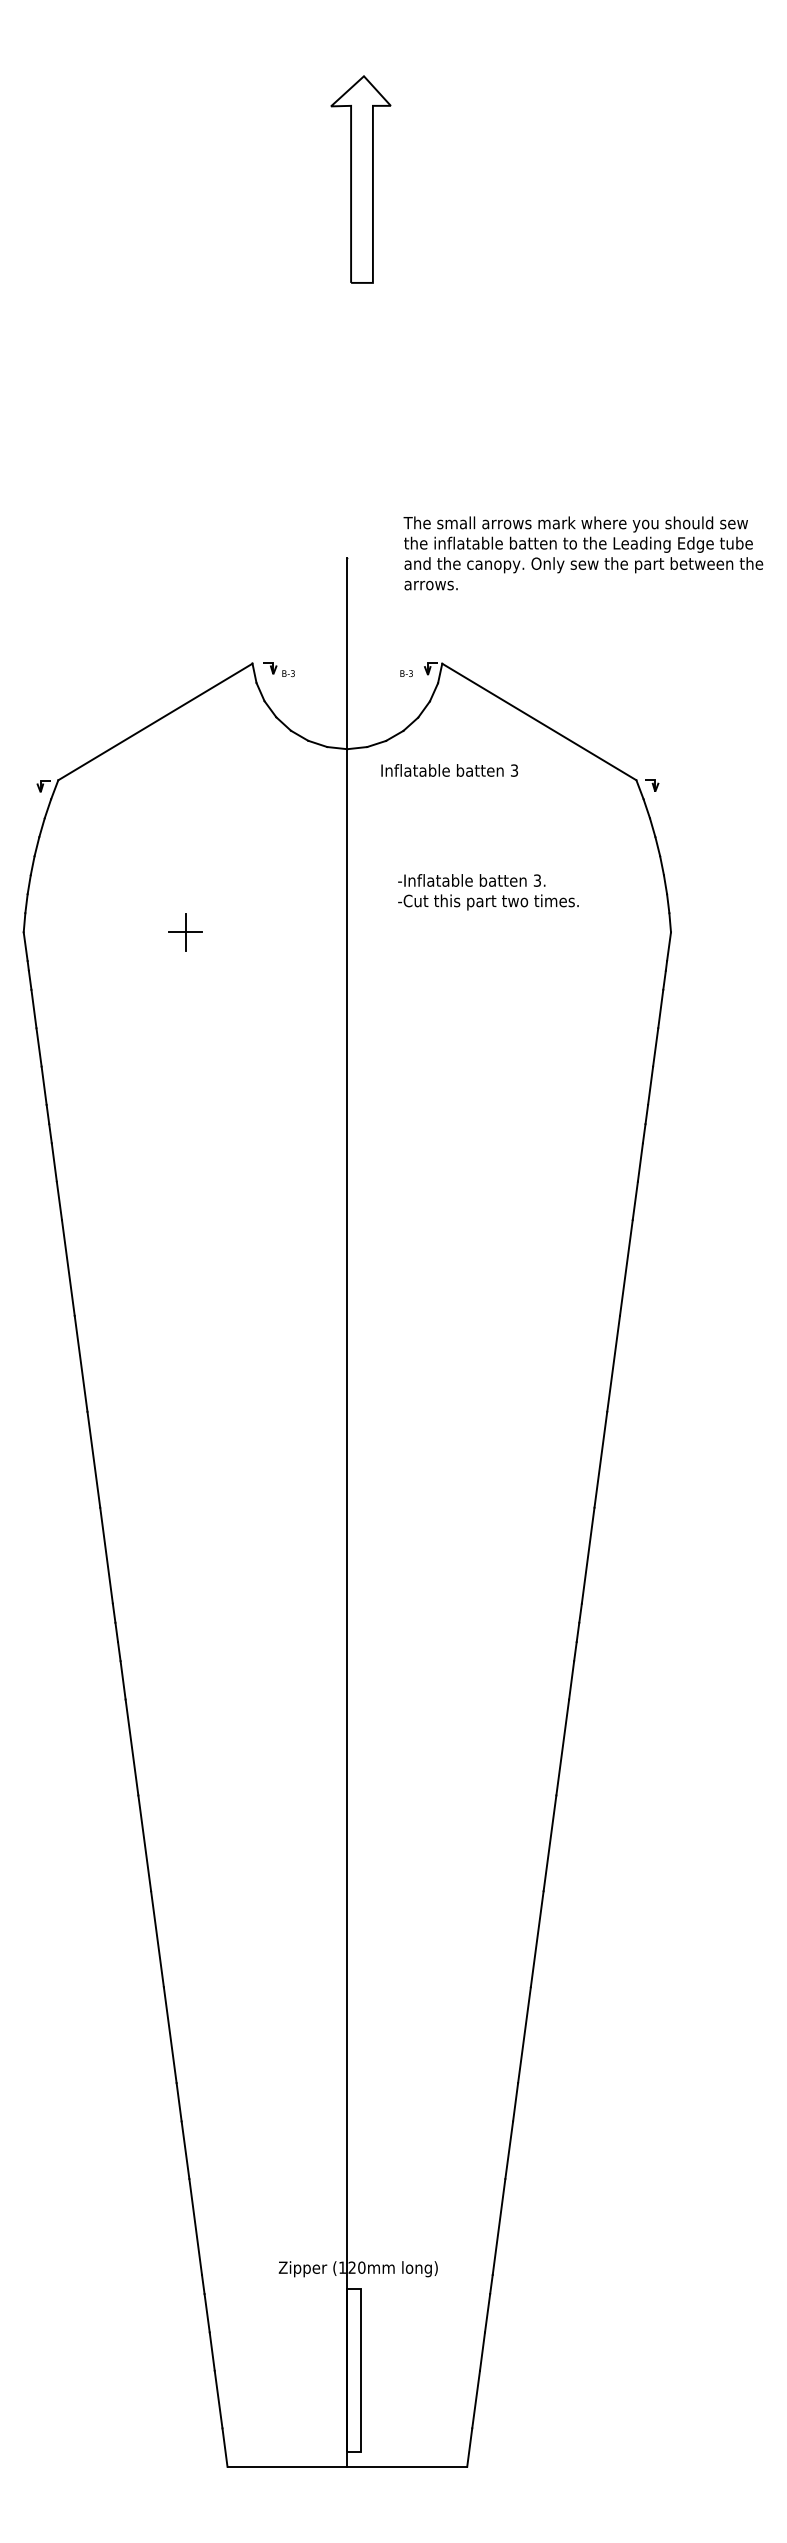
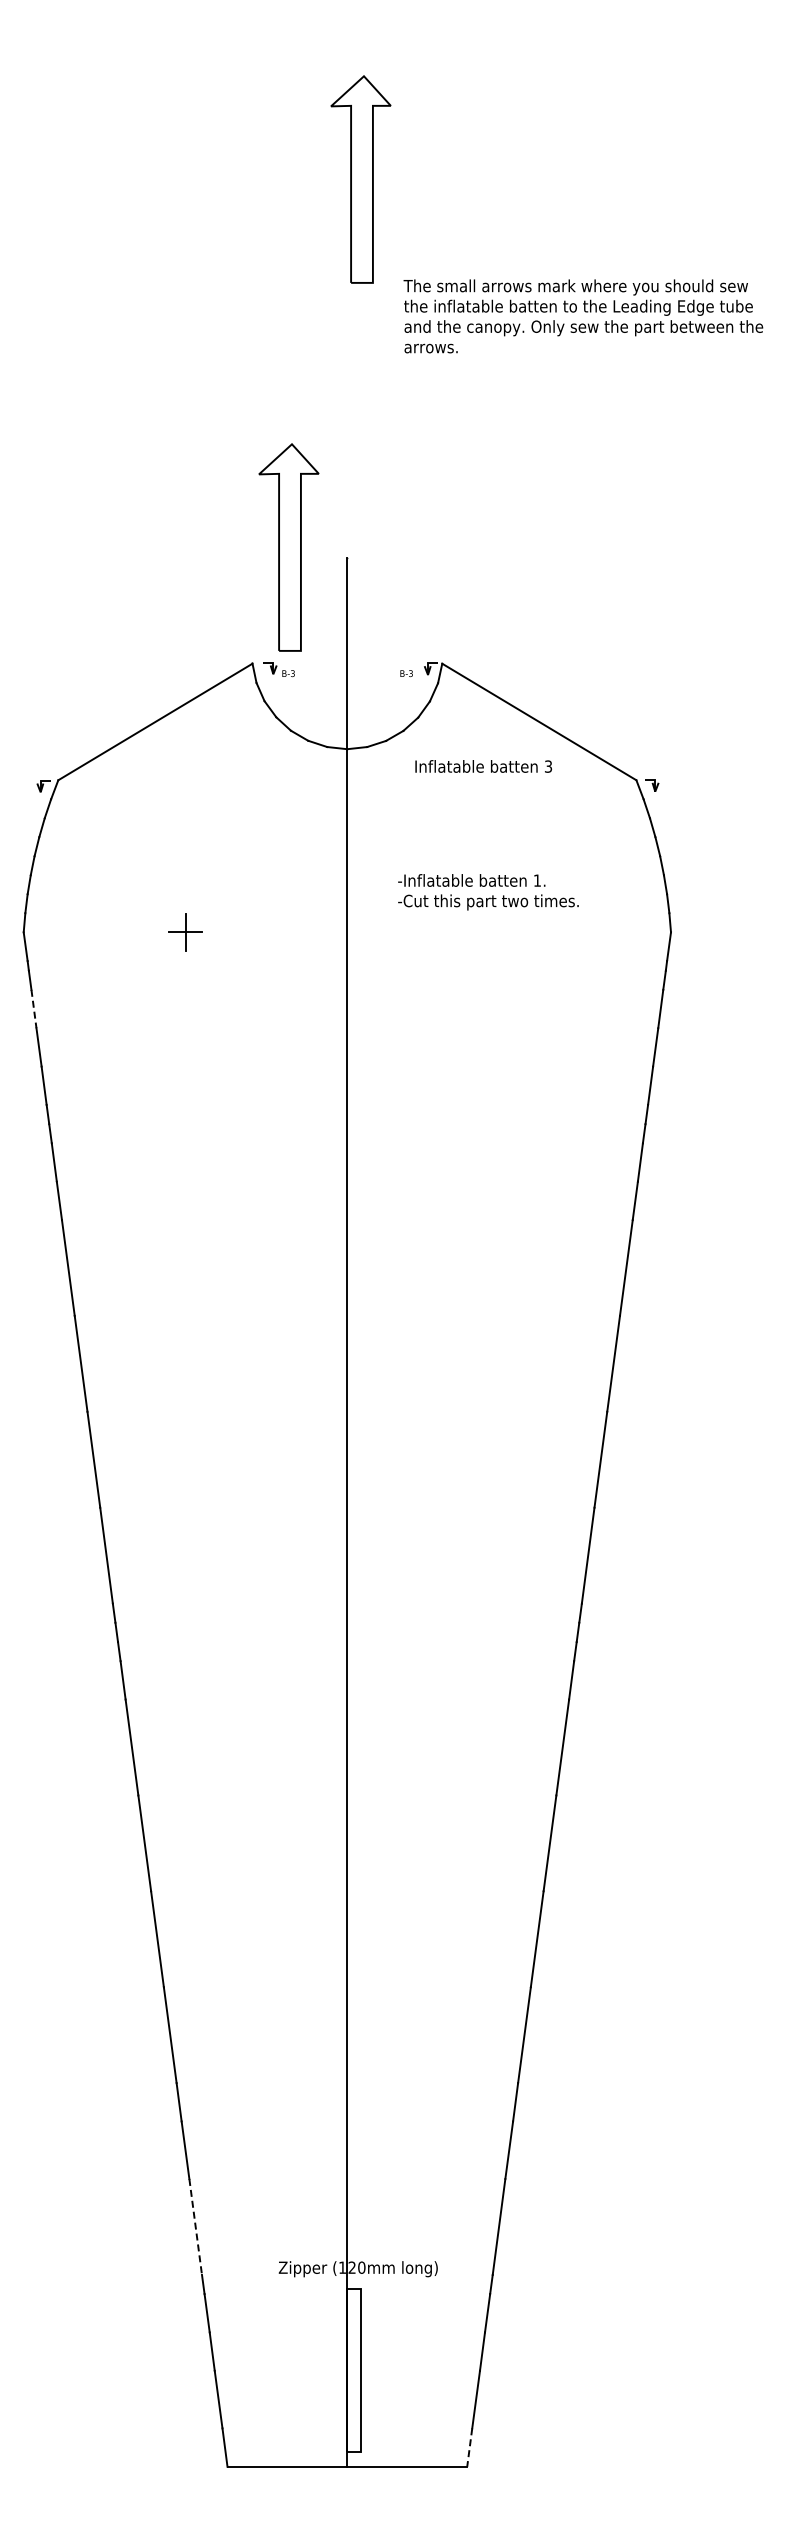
part at (288, 547): none -> present
text at (583, 553) position: (583, 553) -> (583, 316)
text at (449, 770) position: (449, 770) -> (483, 766)
text at (536, 880): 3. -> 1.
line at (34, 1009): solid -> dashed
line at (195, 2227): solid -> dashed
line at (469, 2448): solid -> dashed
